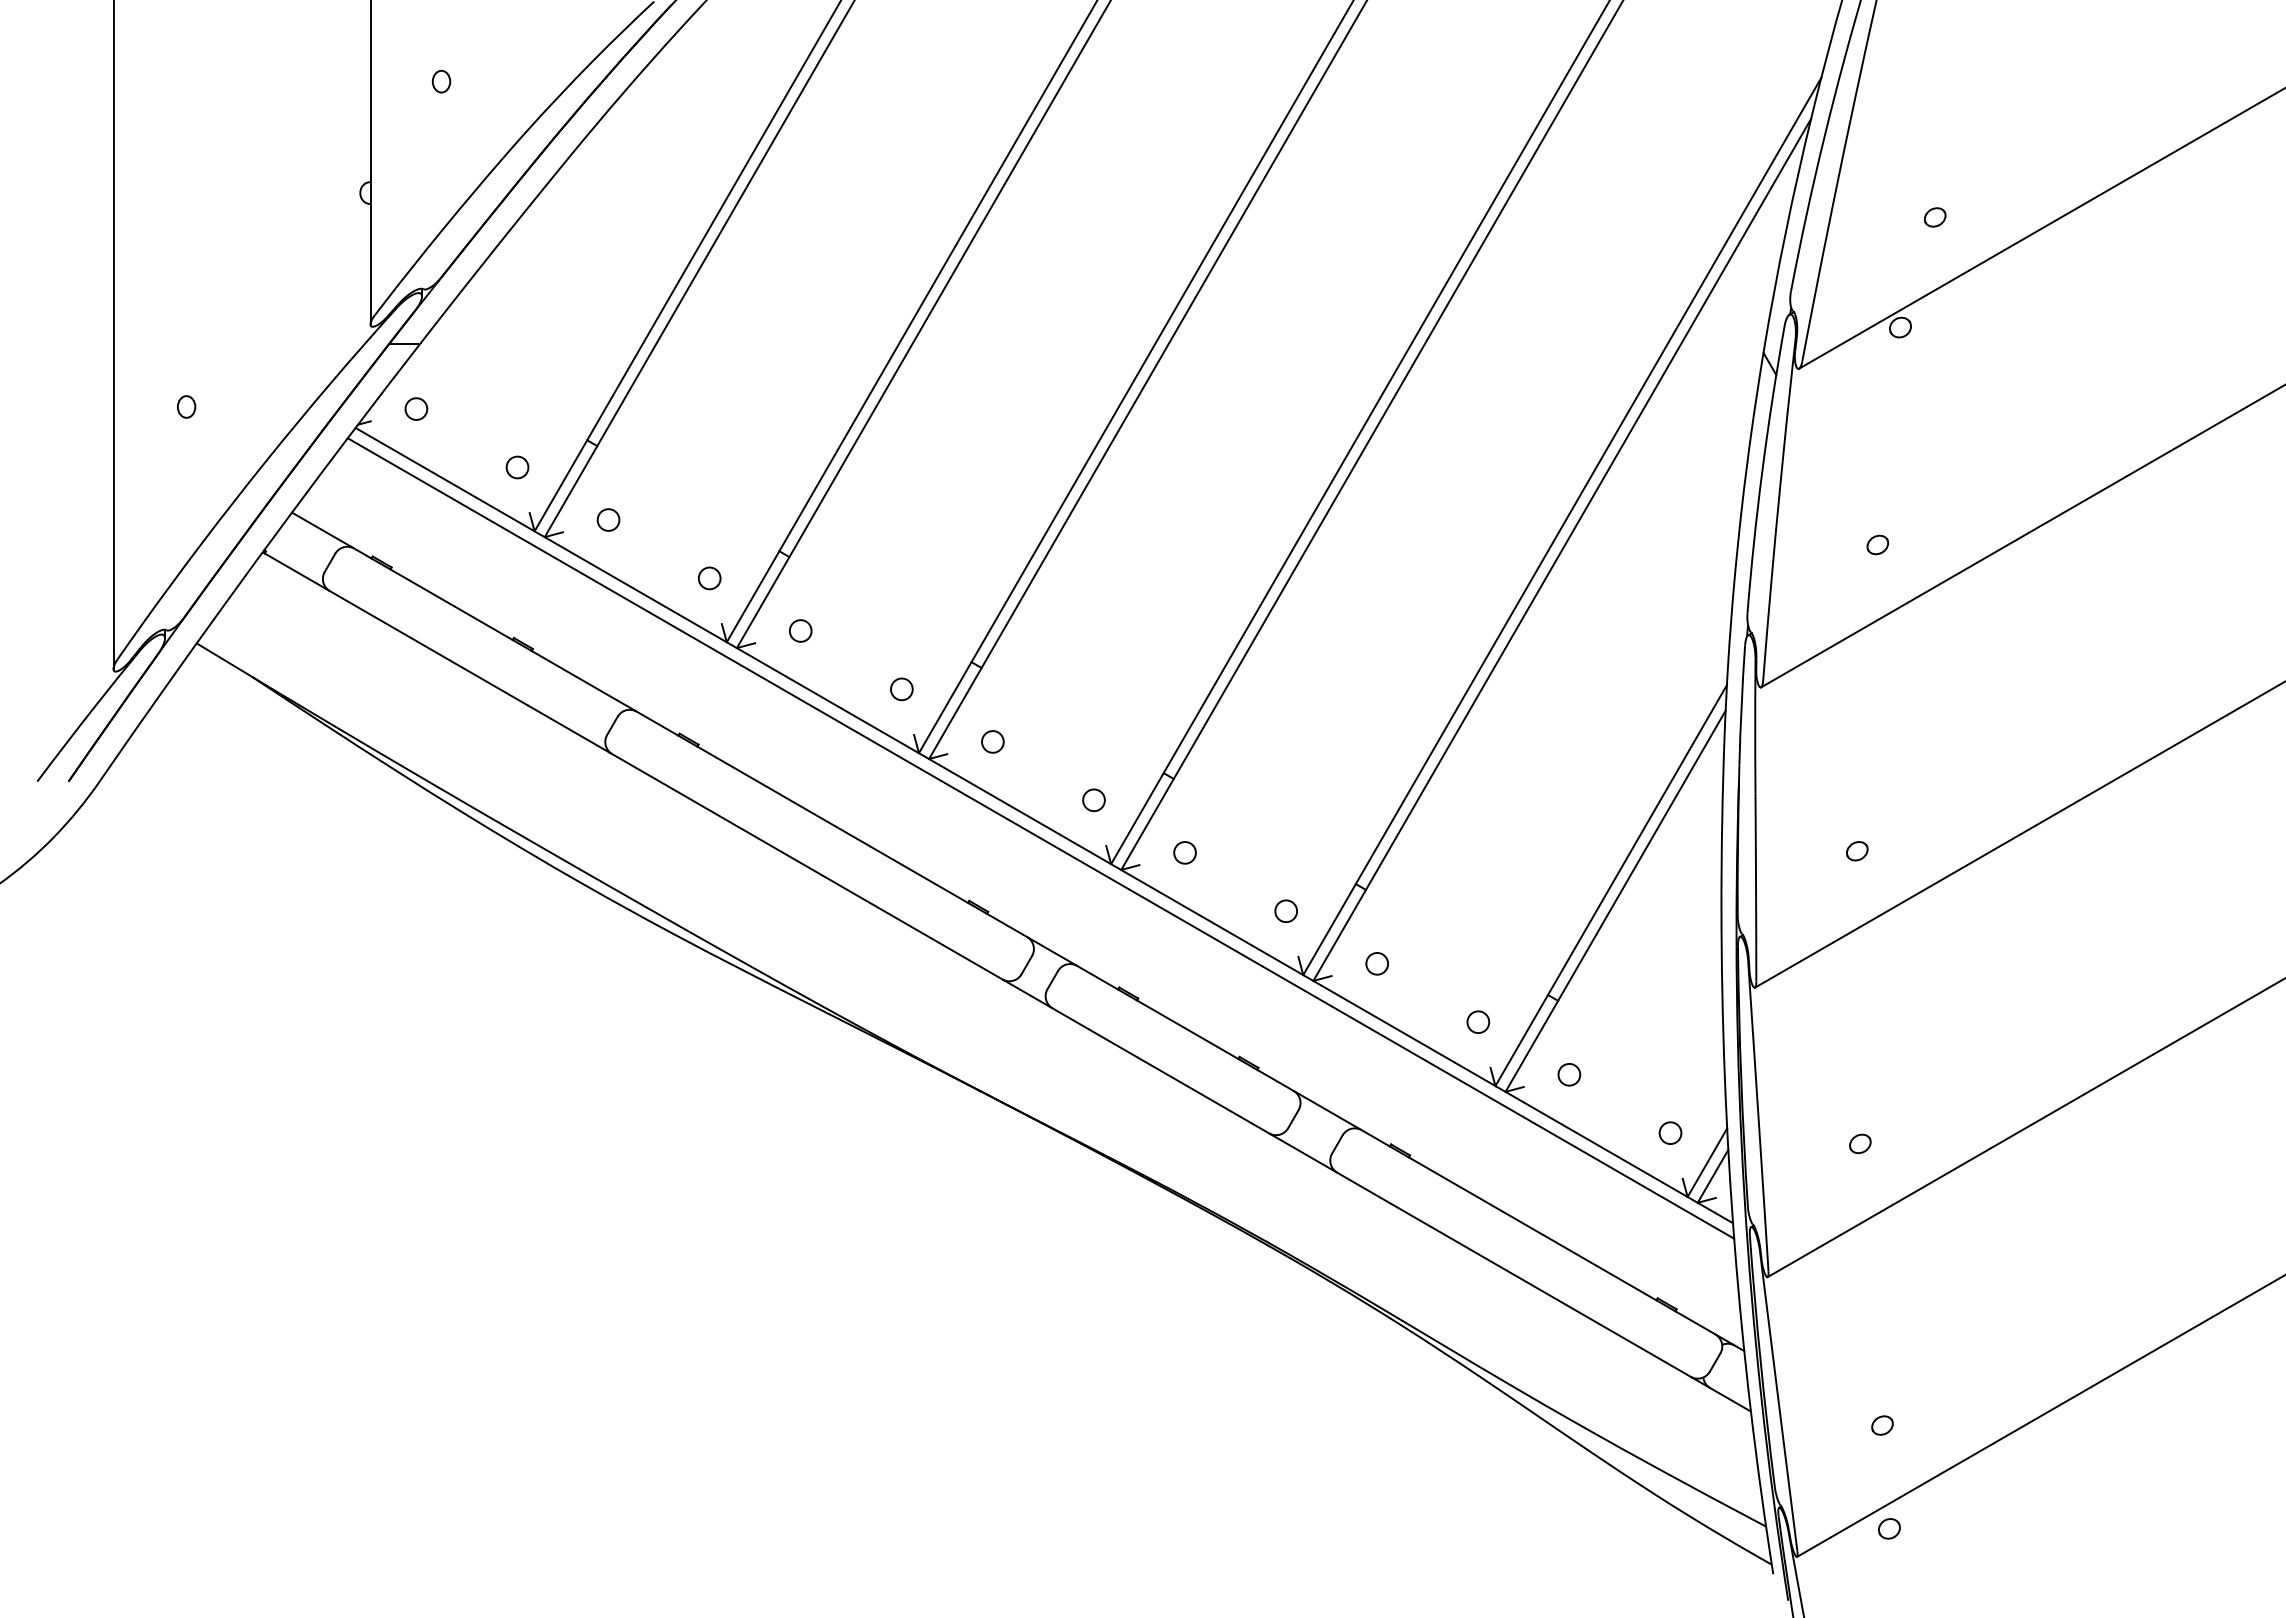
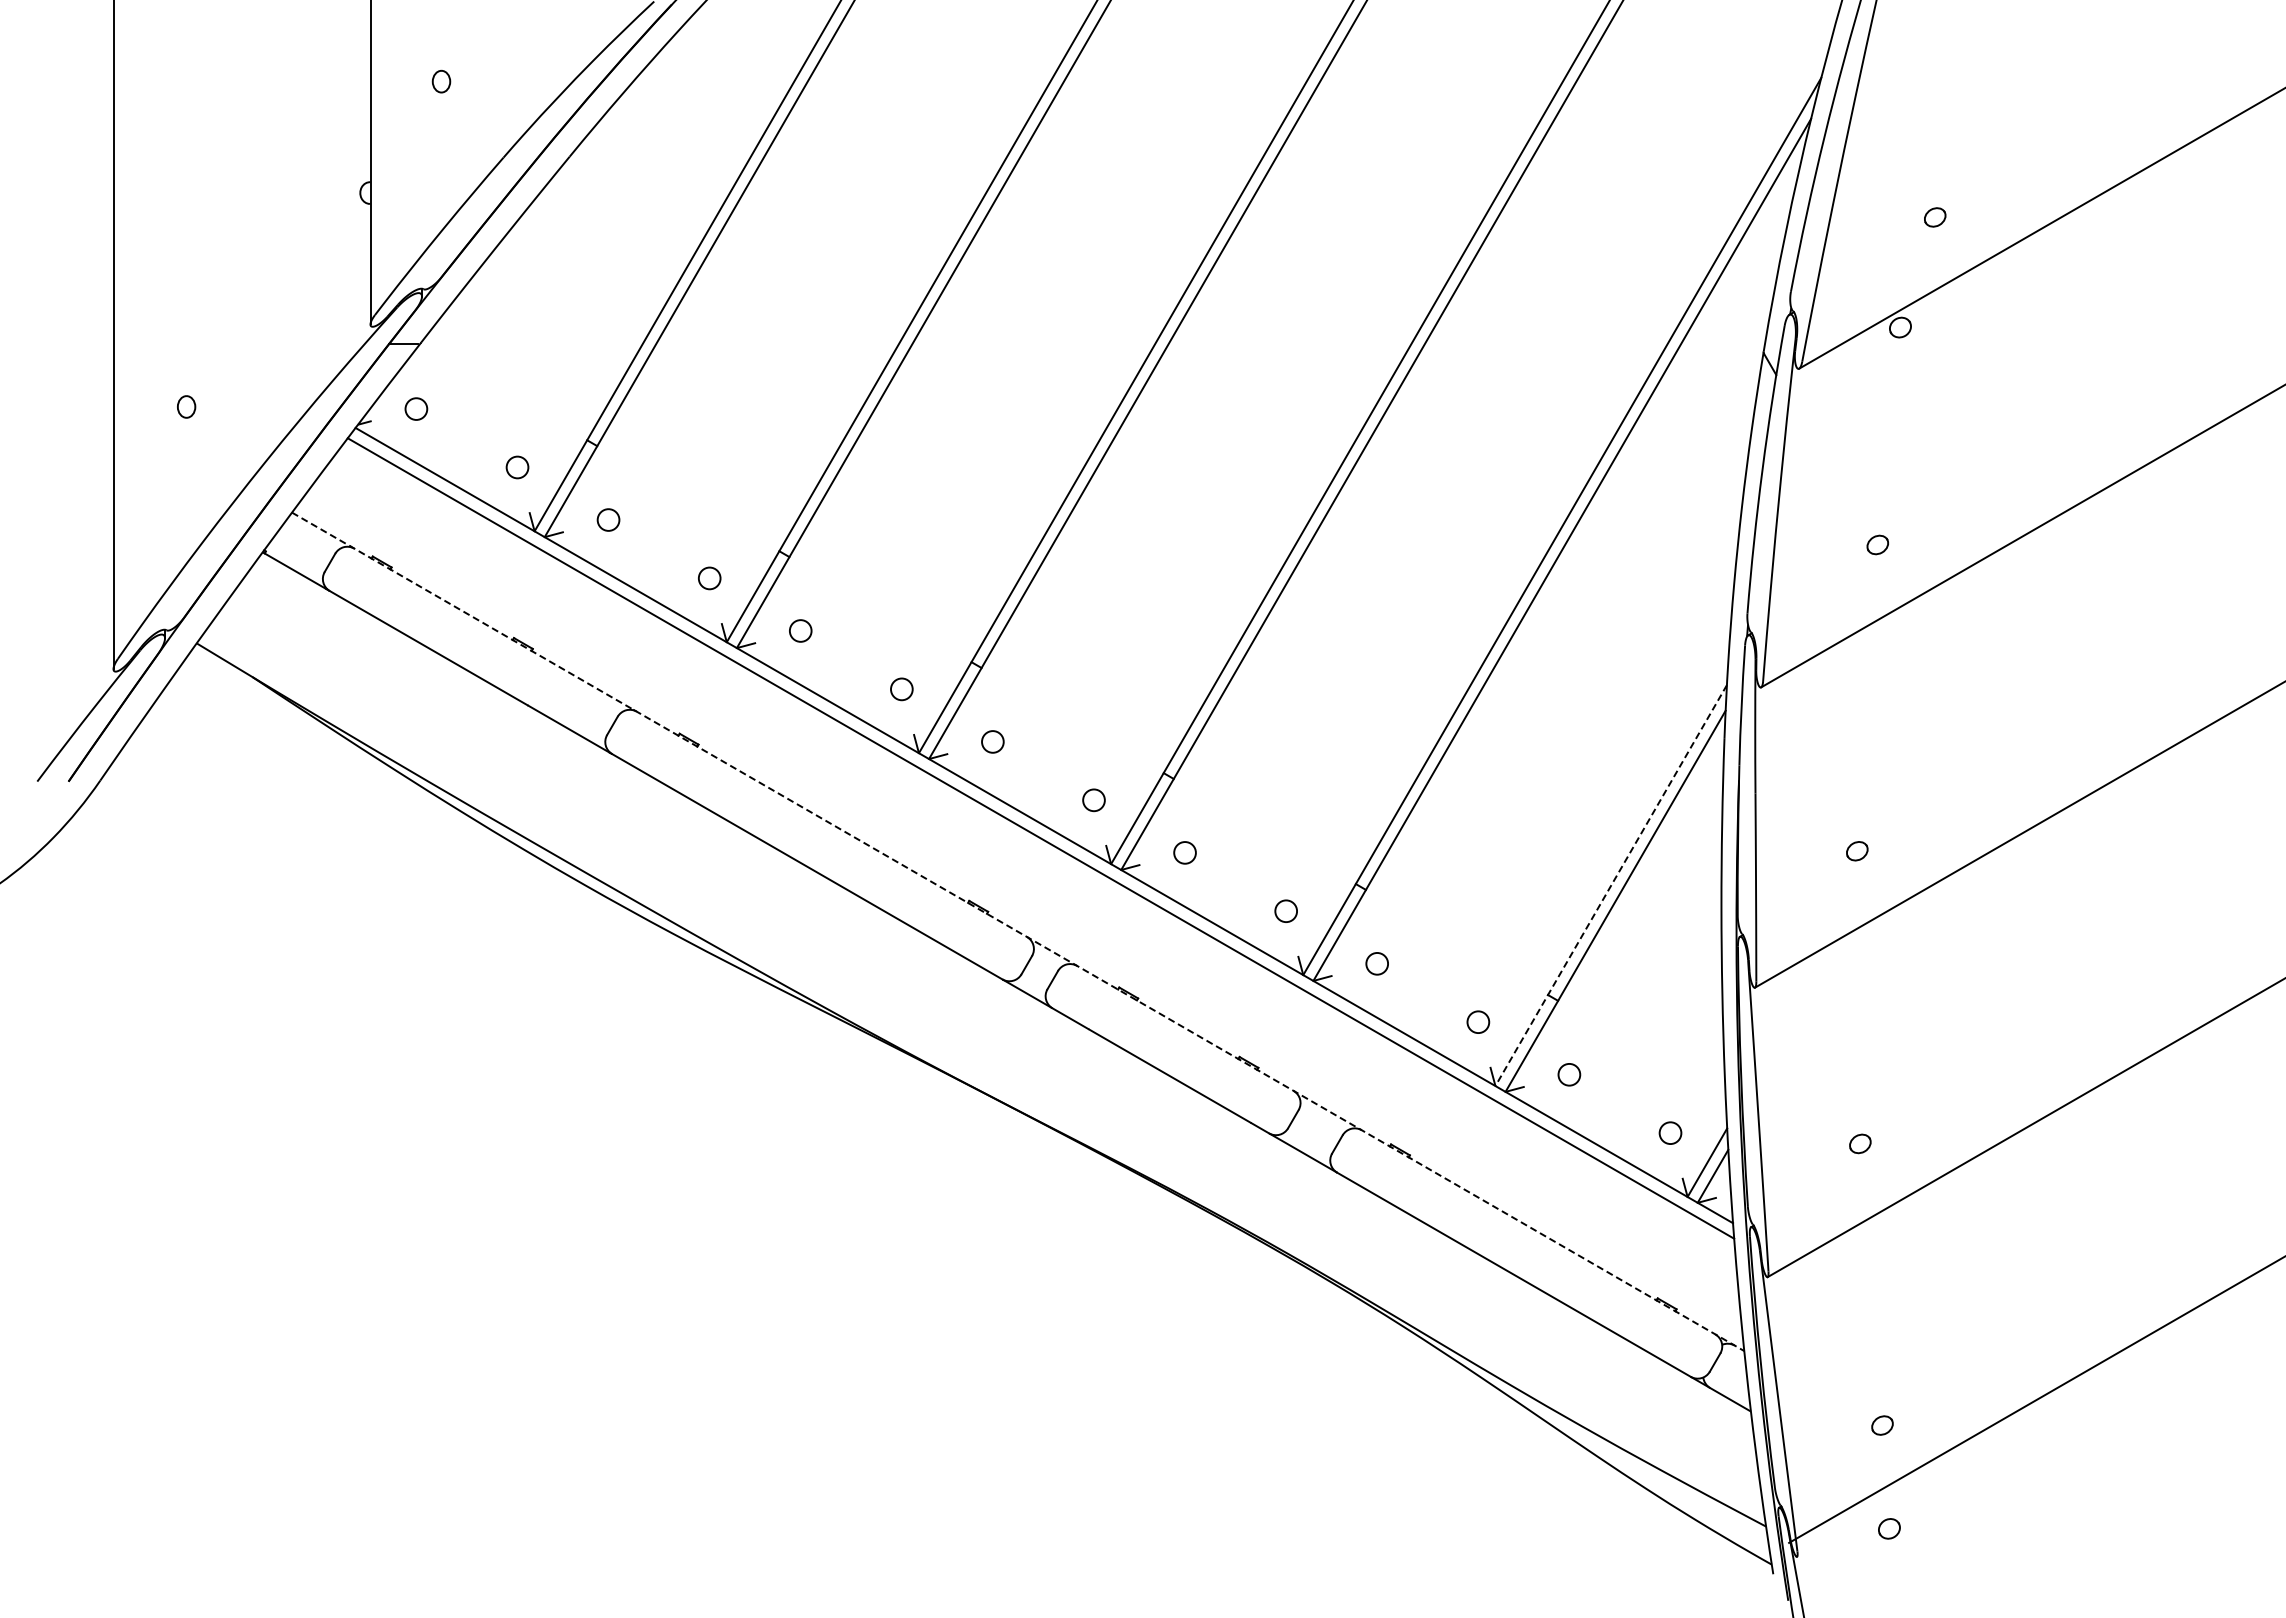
line at (1610, 886): solid -> dashed
line at (1018, 932): solid -> dashed
line at (2039, 1416) position: (2039, 1416) -> (2035, 1399)
